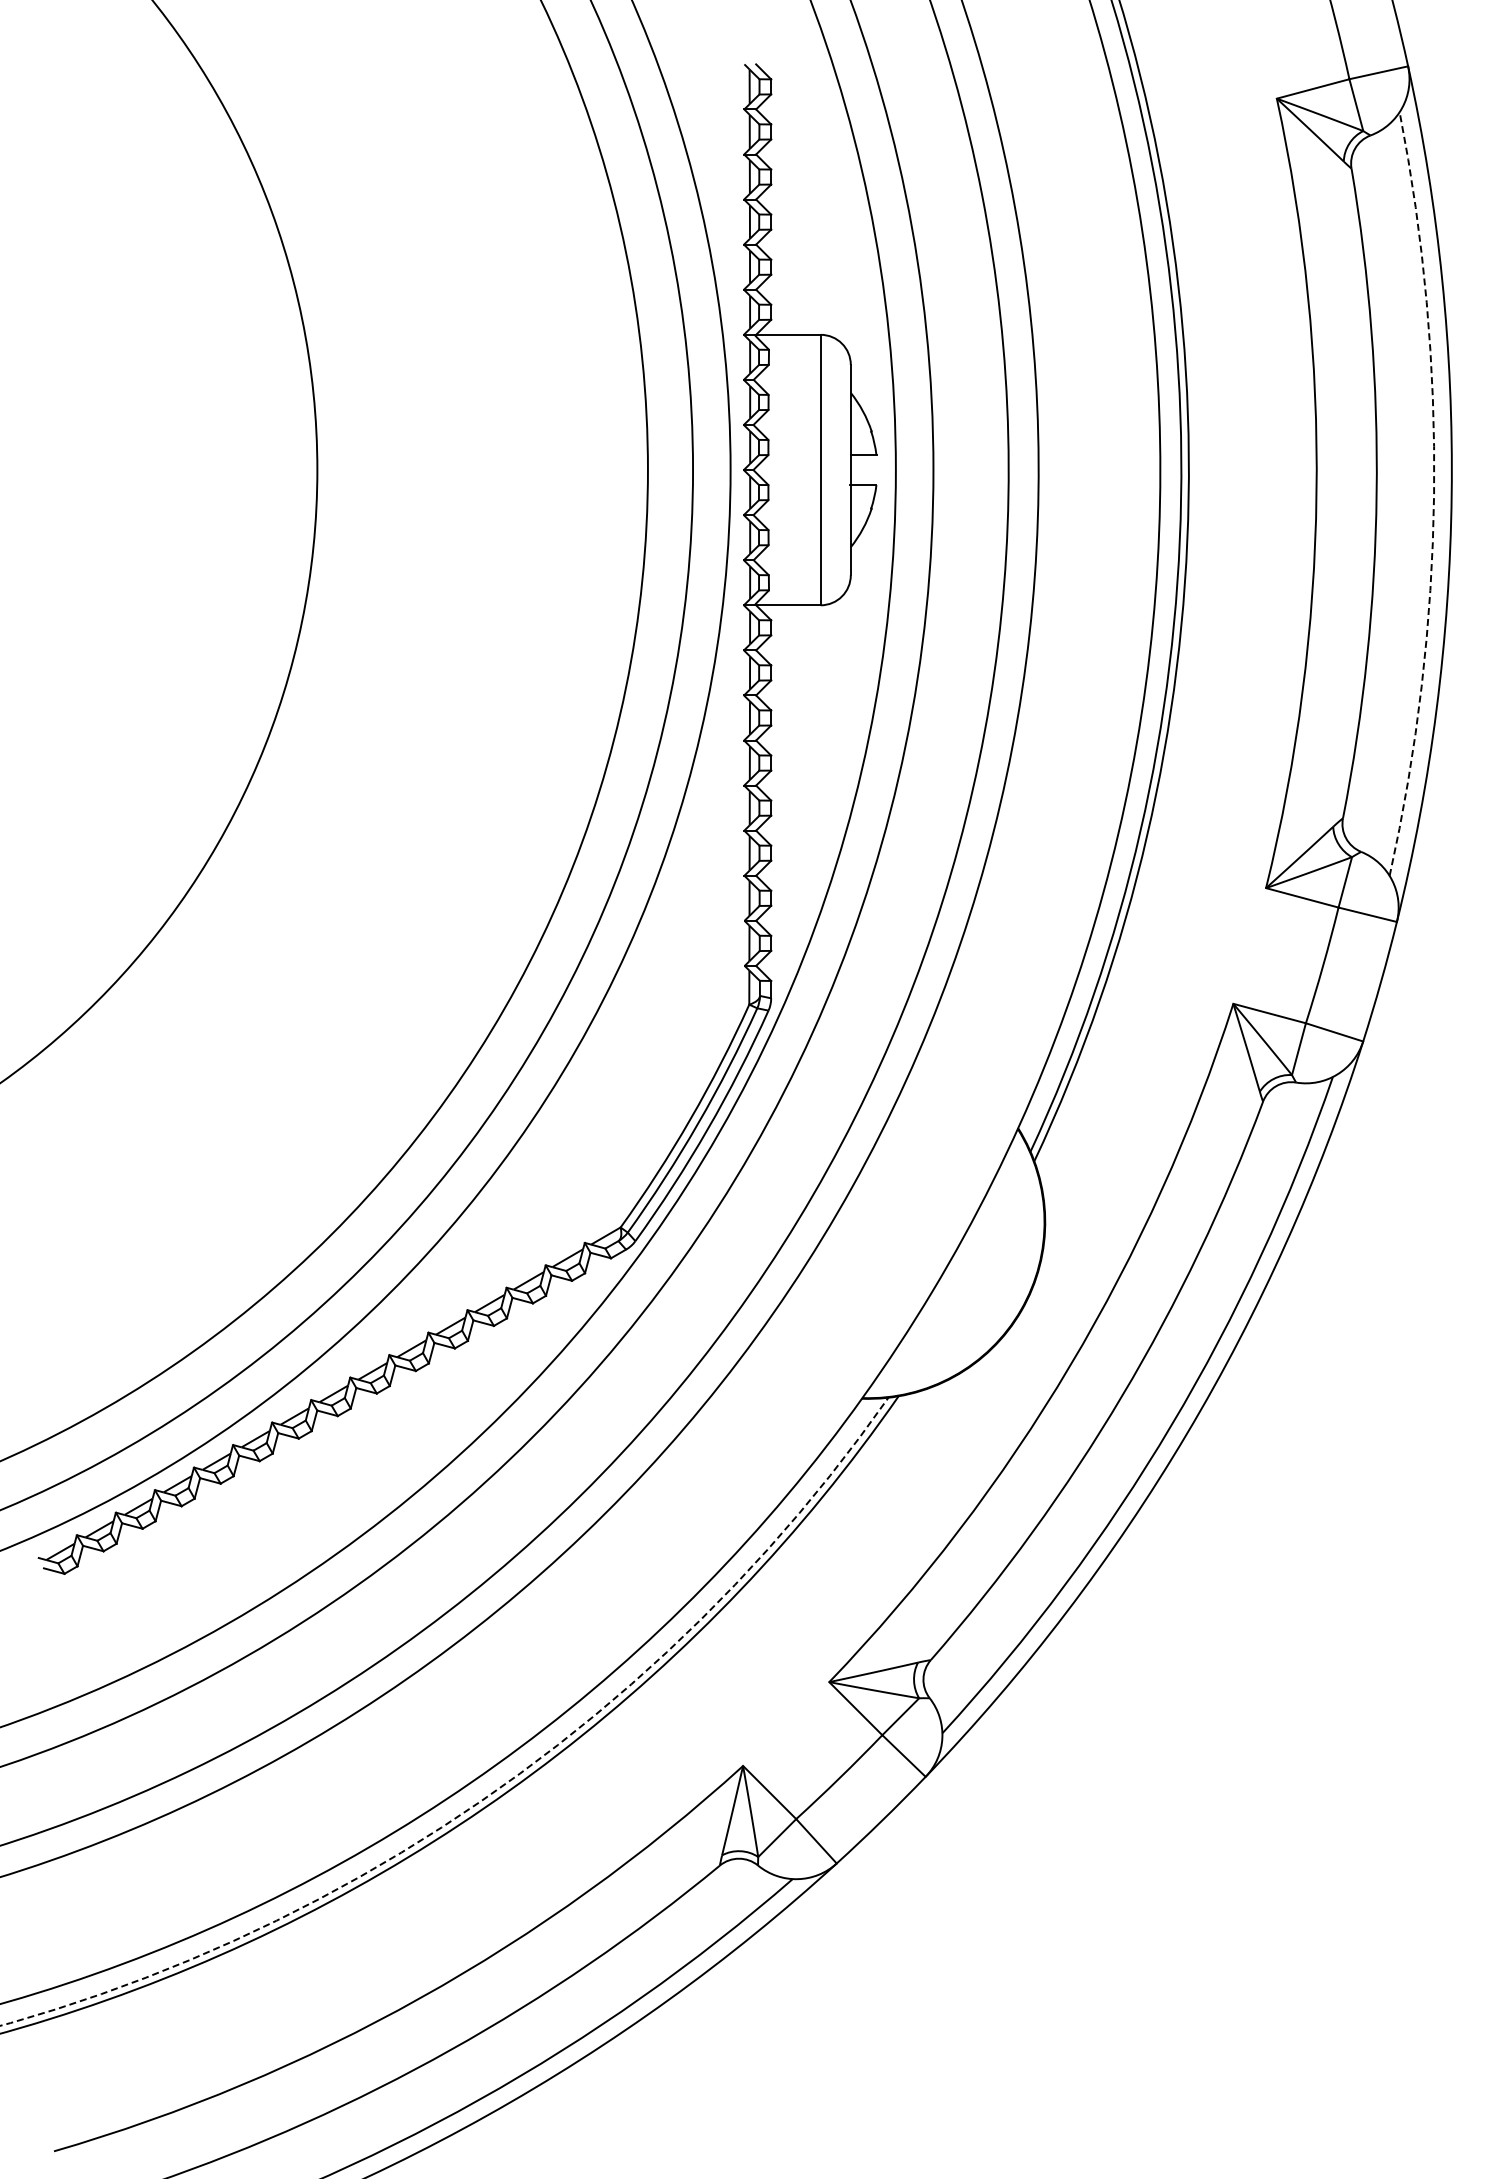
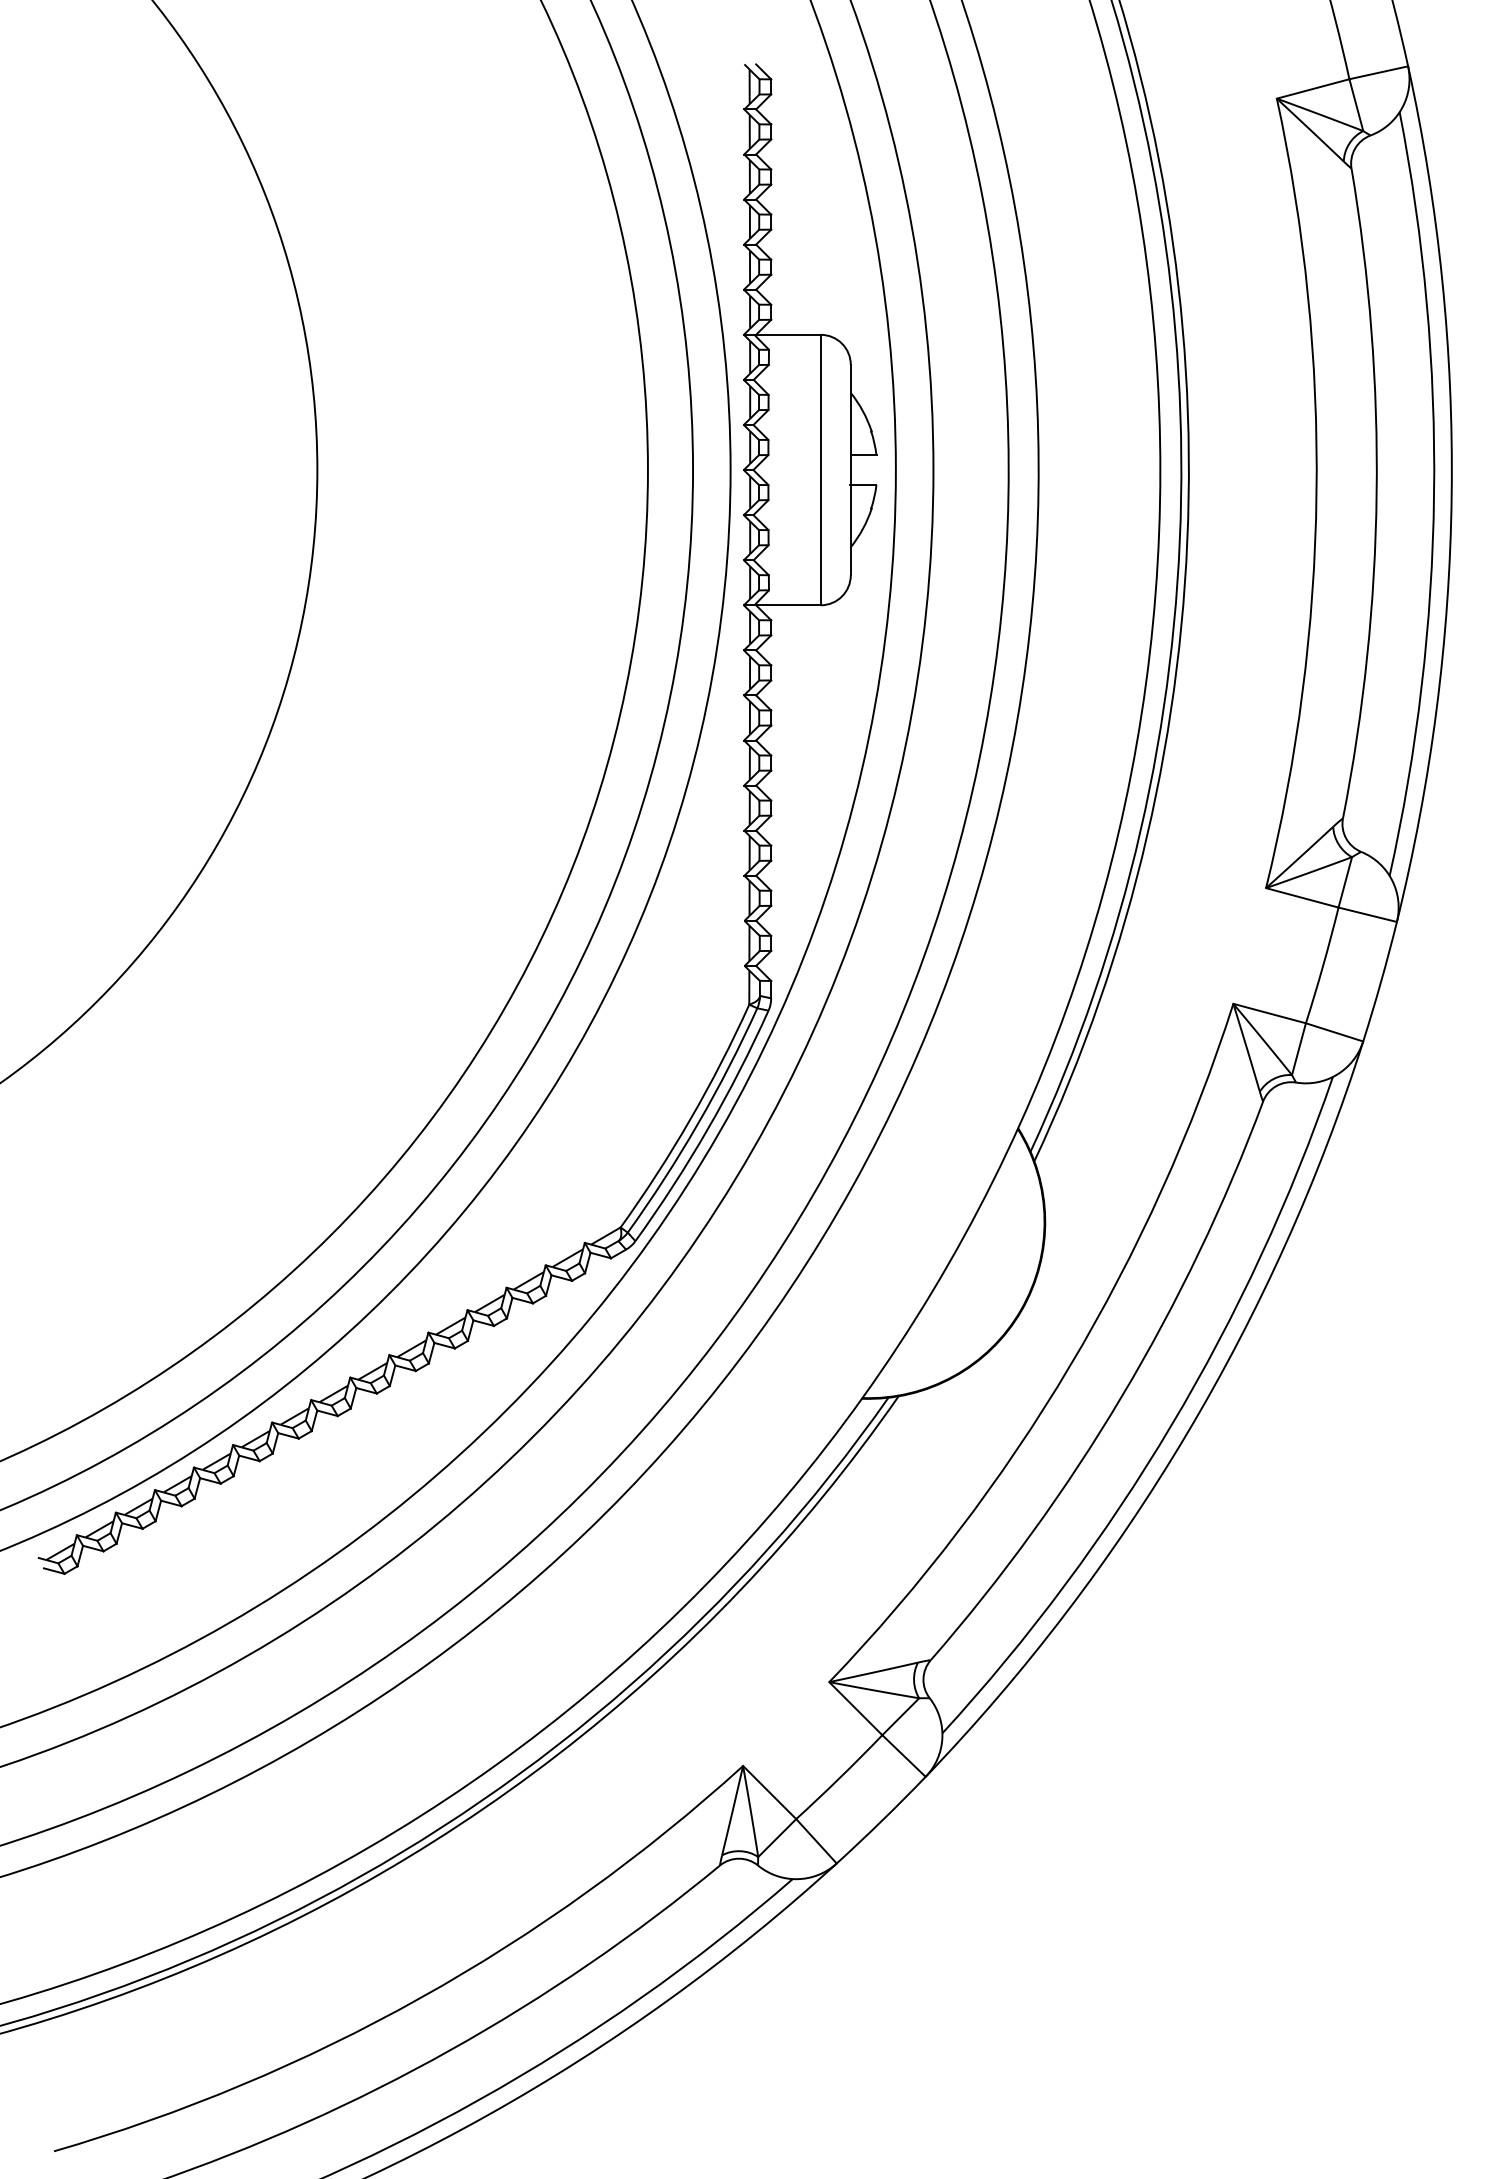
arc at (1434, 494): dashed -> solid
arc at (500, 1787): dashed -> solid
